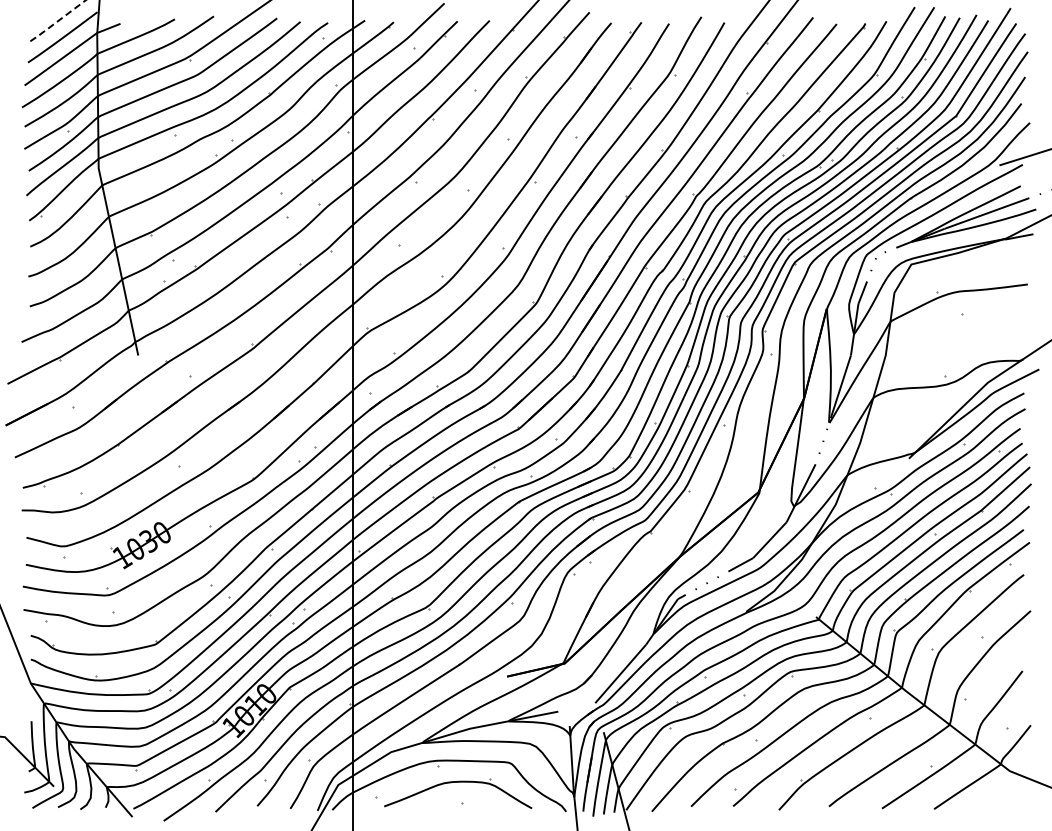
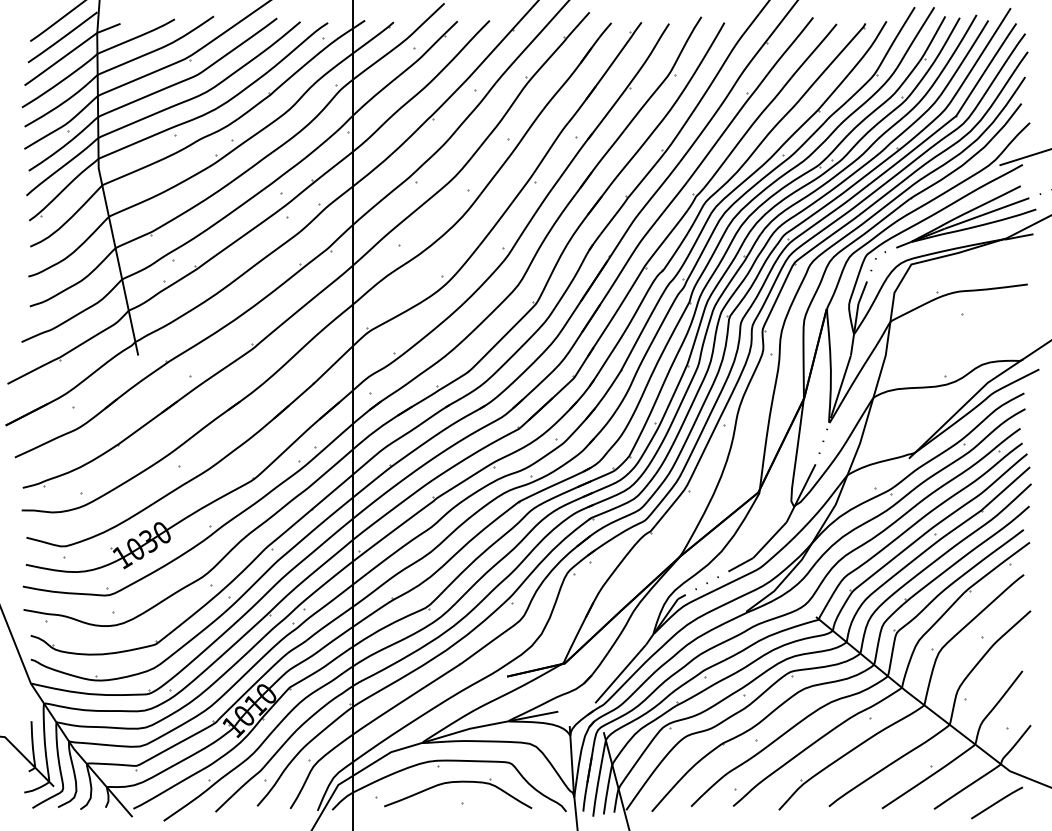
line at (56, 22): dashed -> solid
line at (996, 802): none -> present
